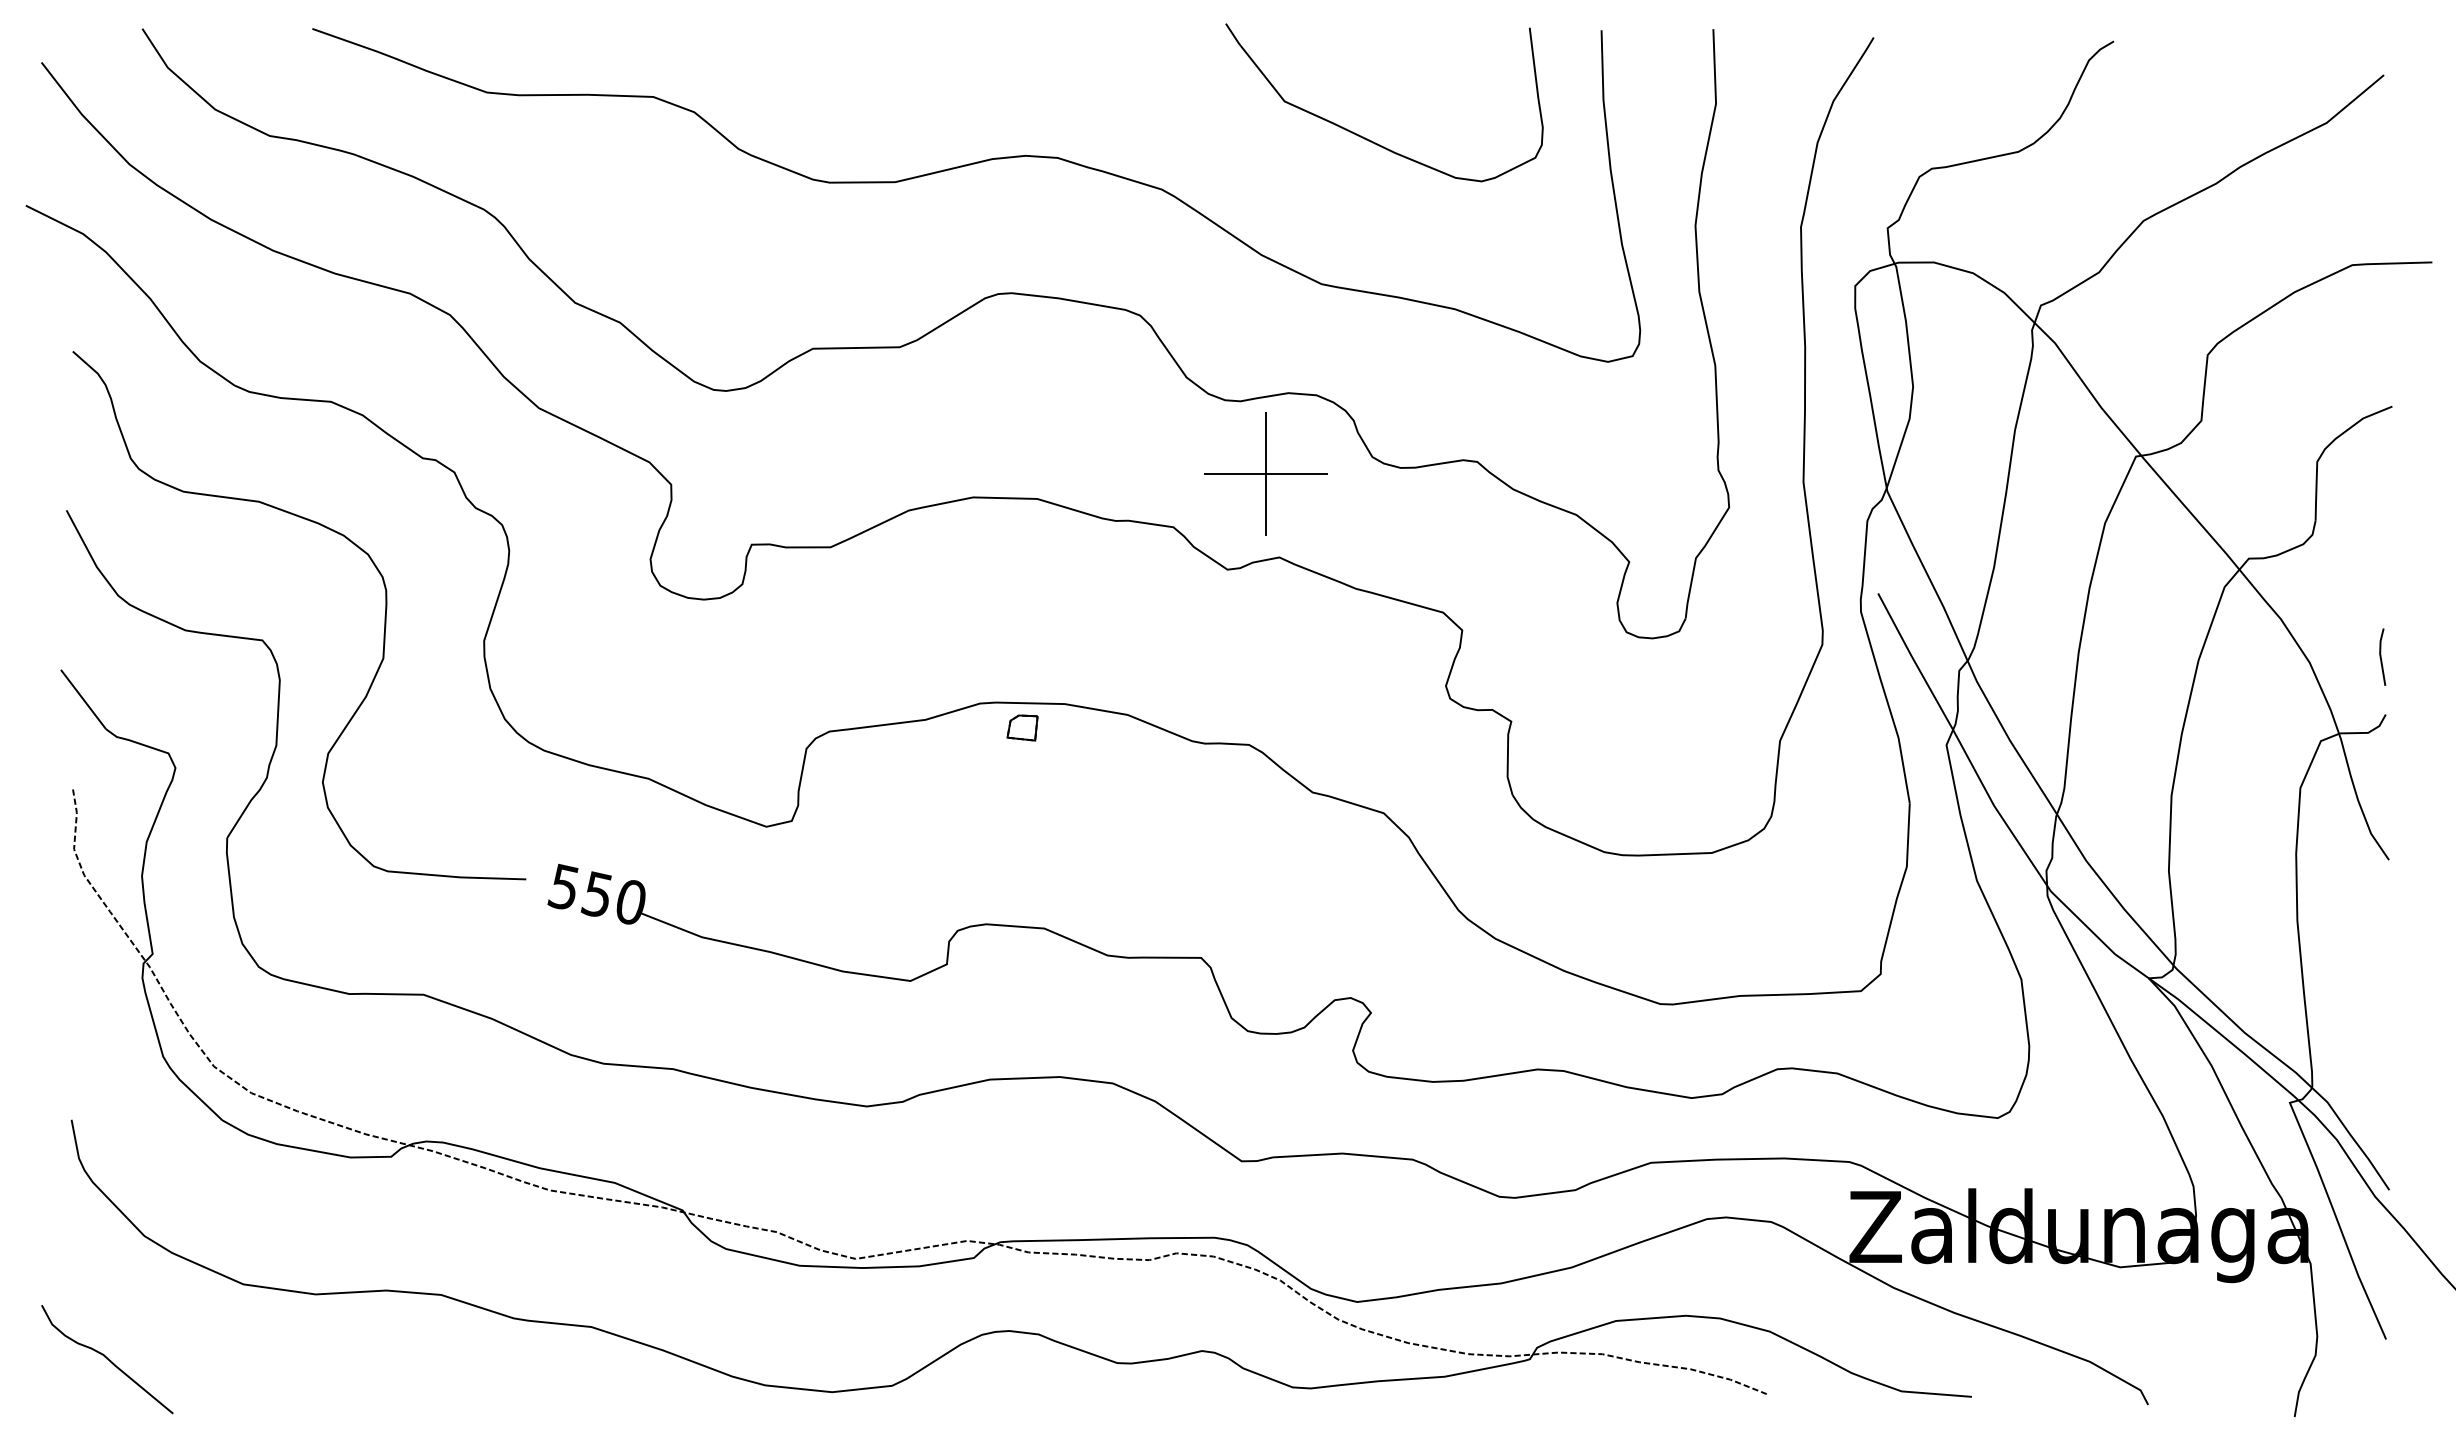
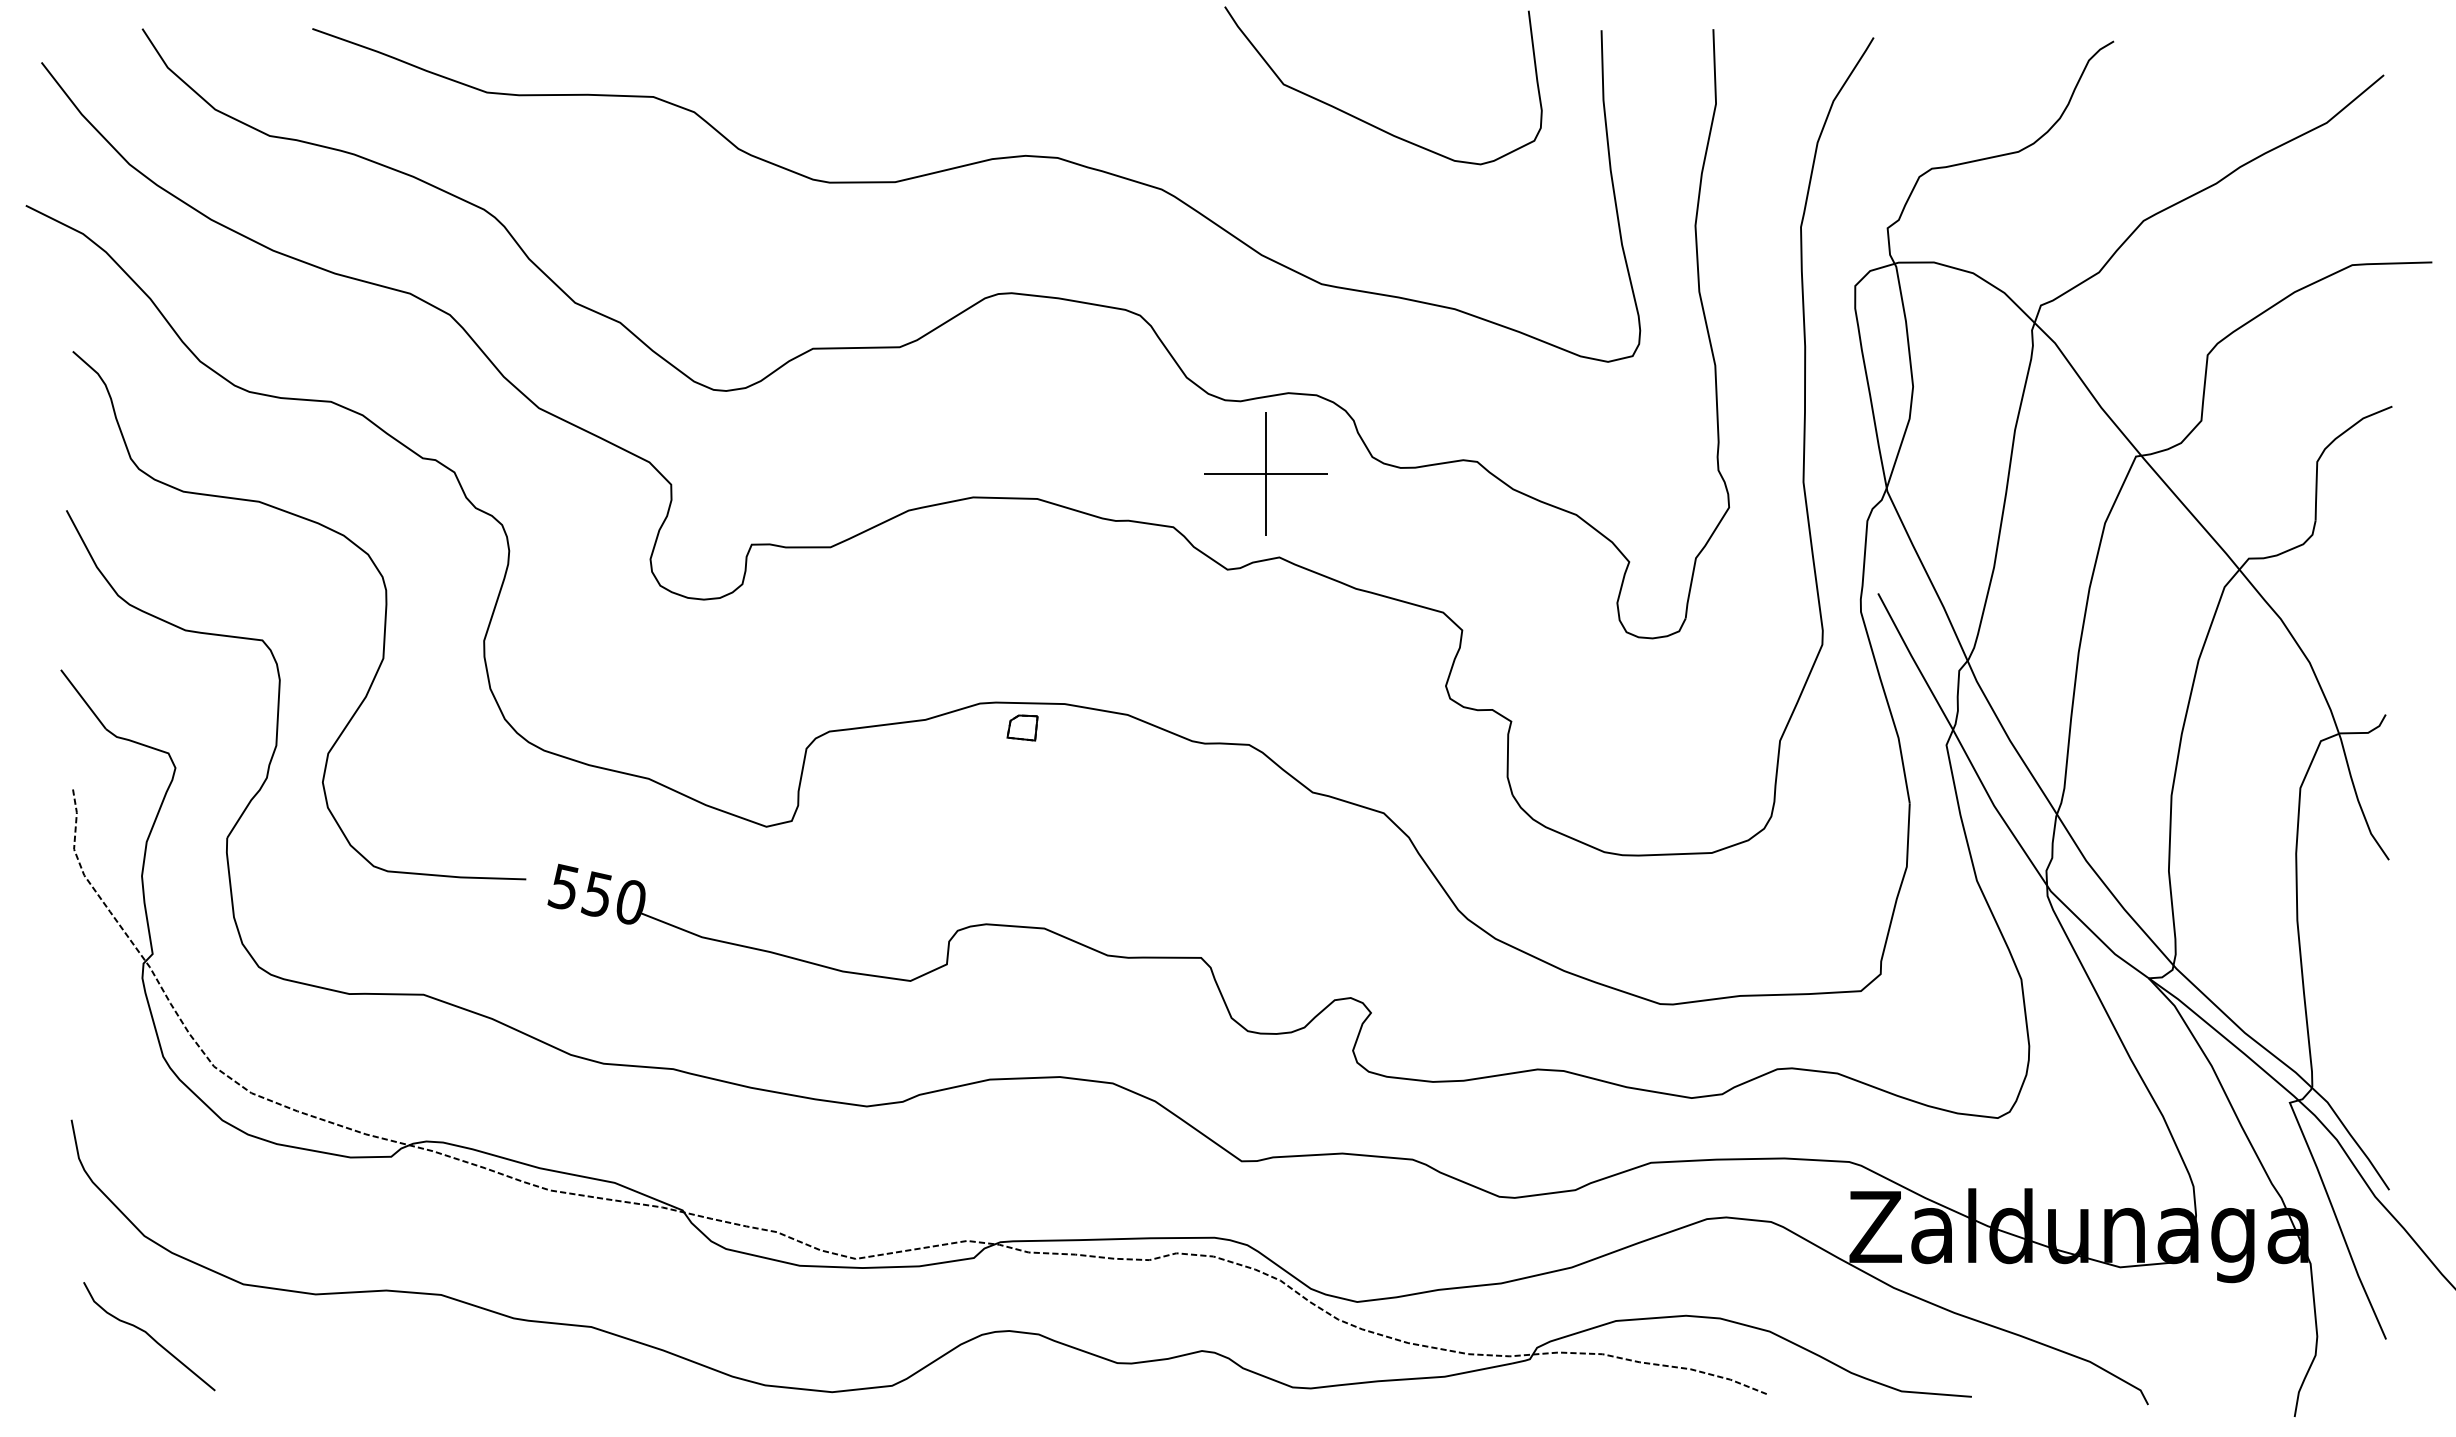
curve at (1367, 138) position: (1367, 138) -> (1366, 121)
line at (2381, 656): present -> none
curve at (107, 1359) position: (107, 1359) -> (149, 1336)
